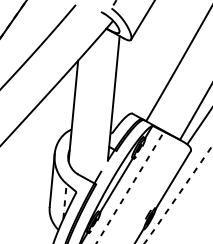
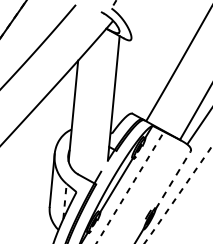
line at (142, 20): present -> none
line at (173, 180): solid -> dashed
